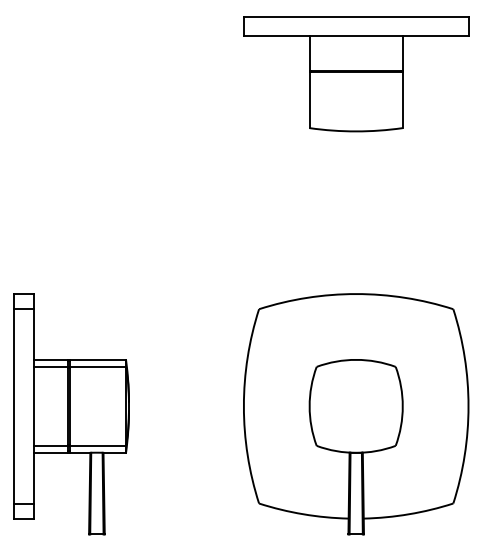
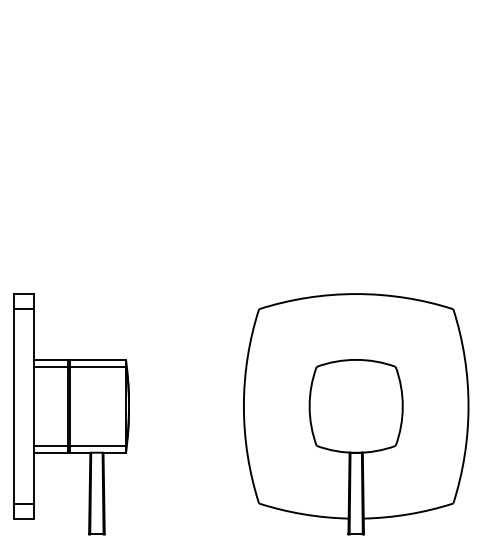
part at (356, 74): present -> none
